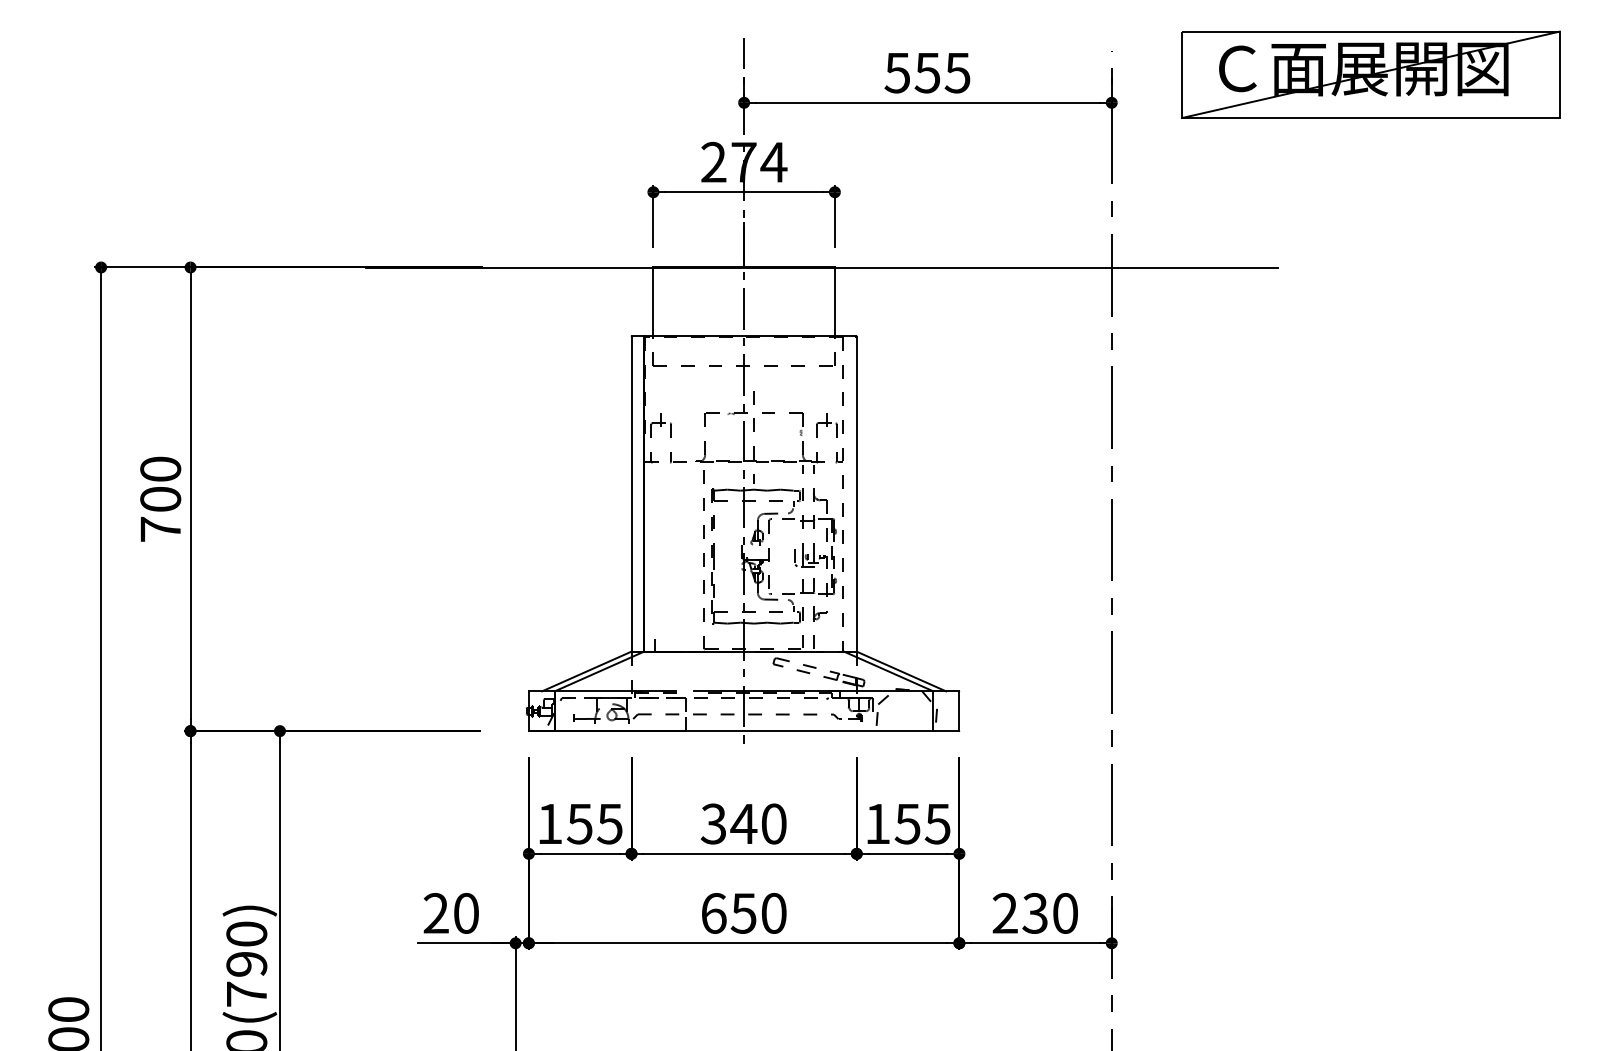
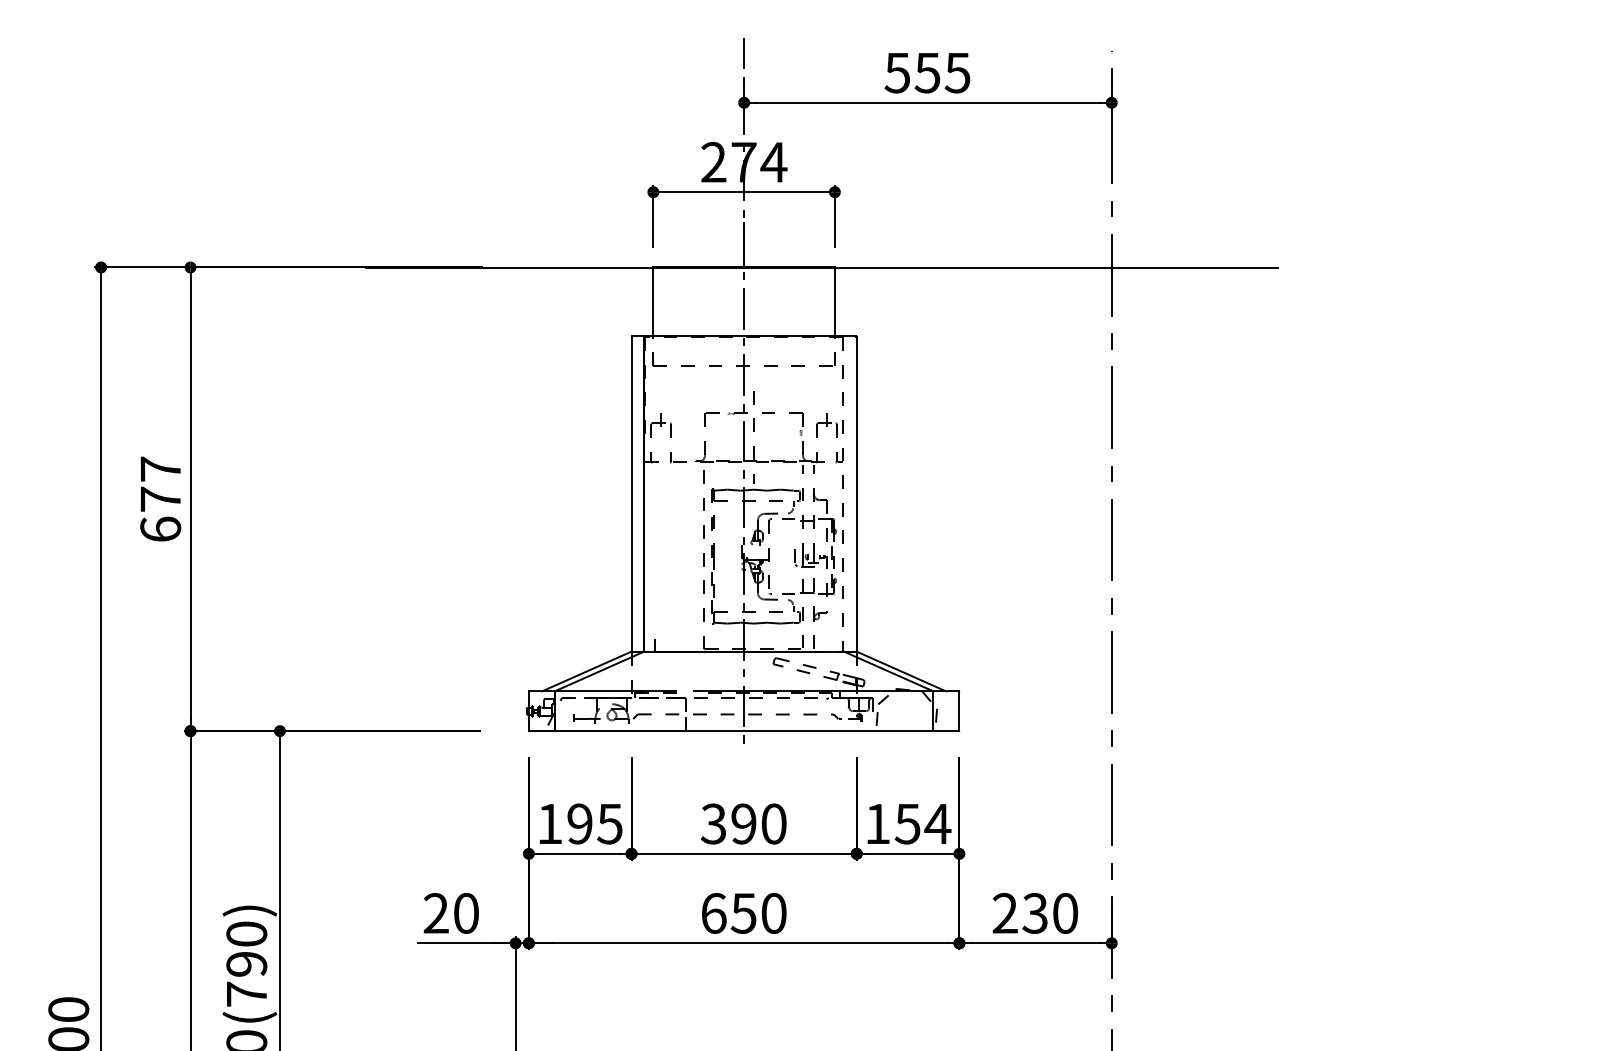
part at (1370, 74): present -> none
text at (160, 498): 700 -> 677
text at (579, 823): 155 -> 195
text at (743, 823): 340 -> 390
text at (937, 824): 155 -> 154
